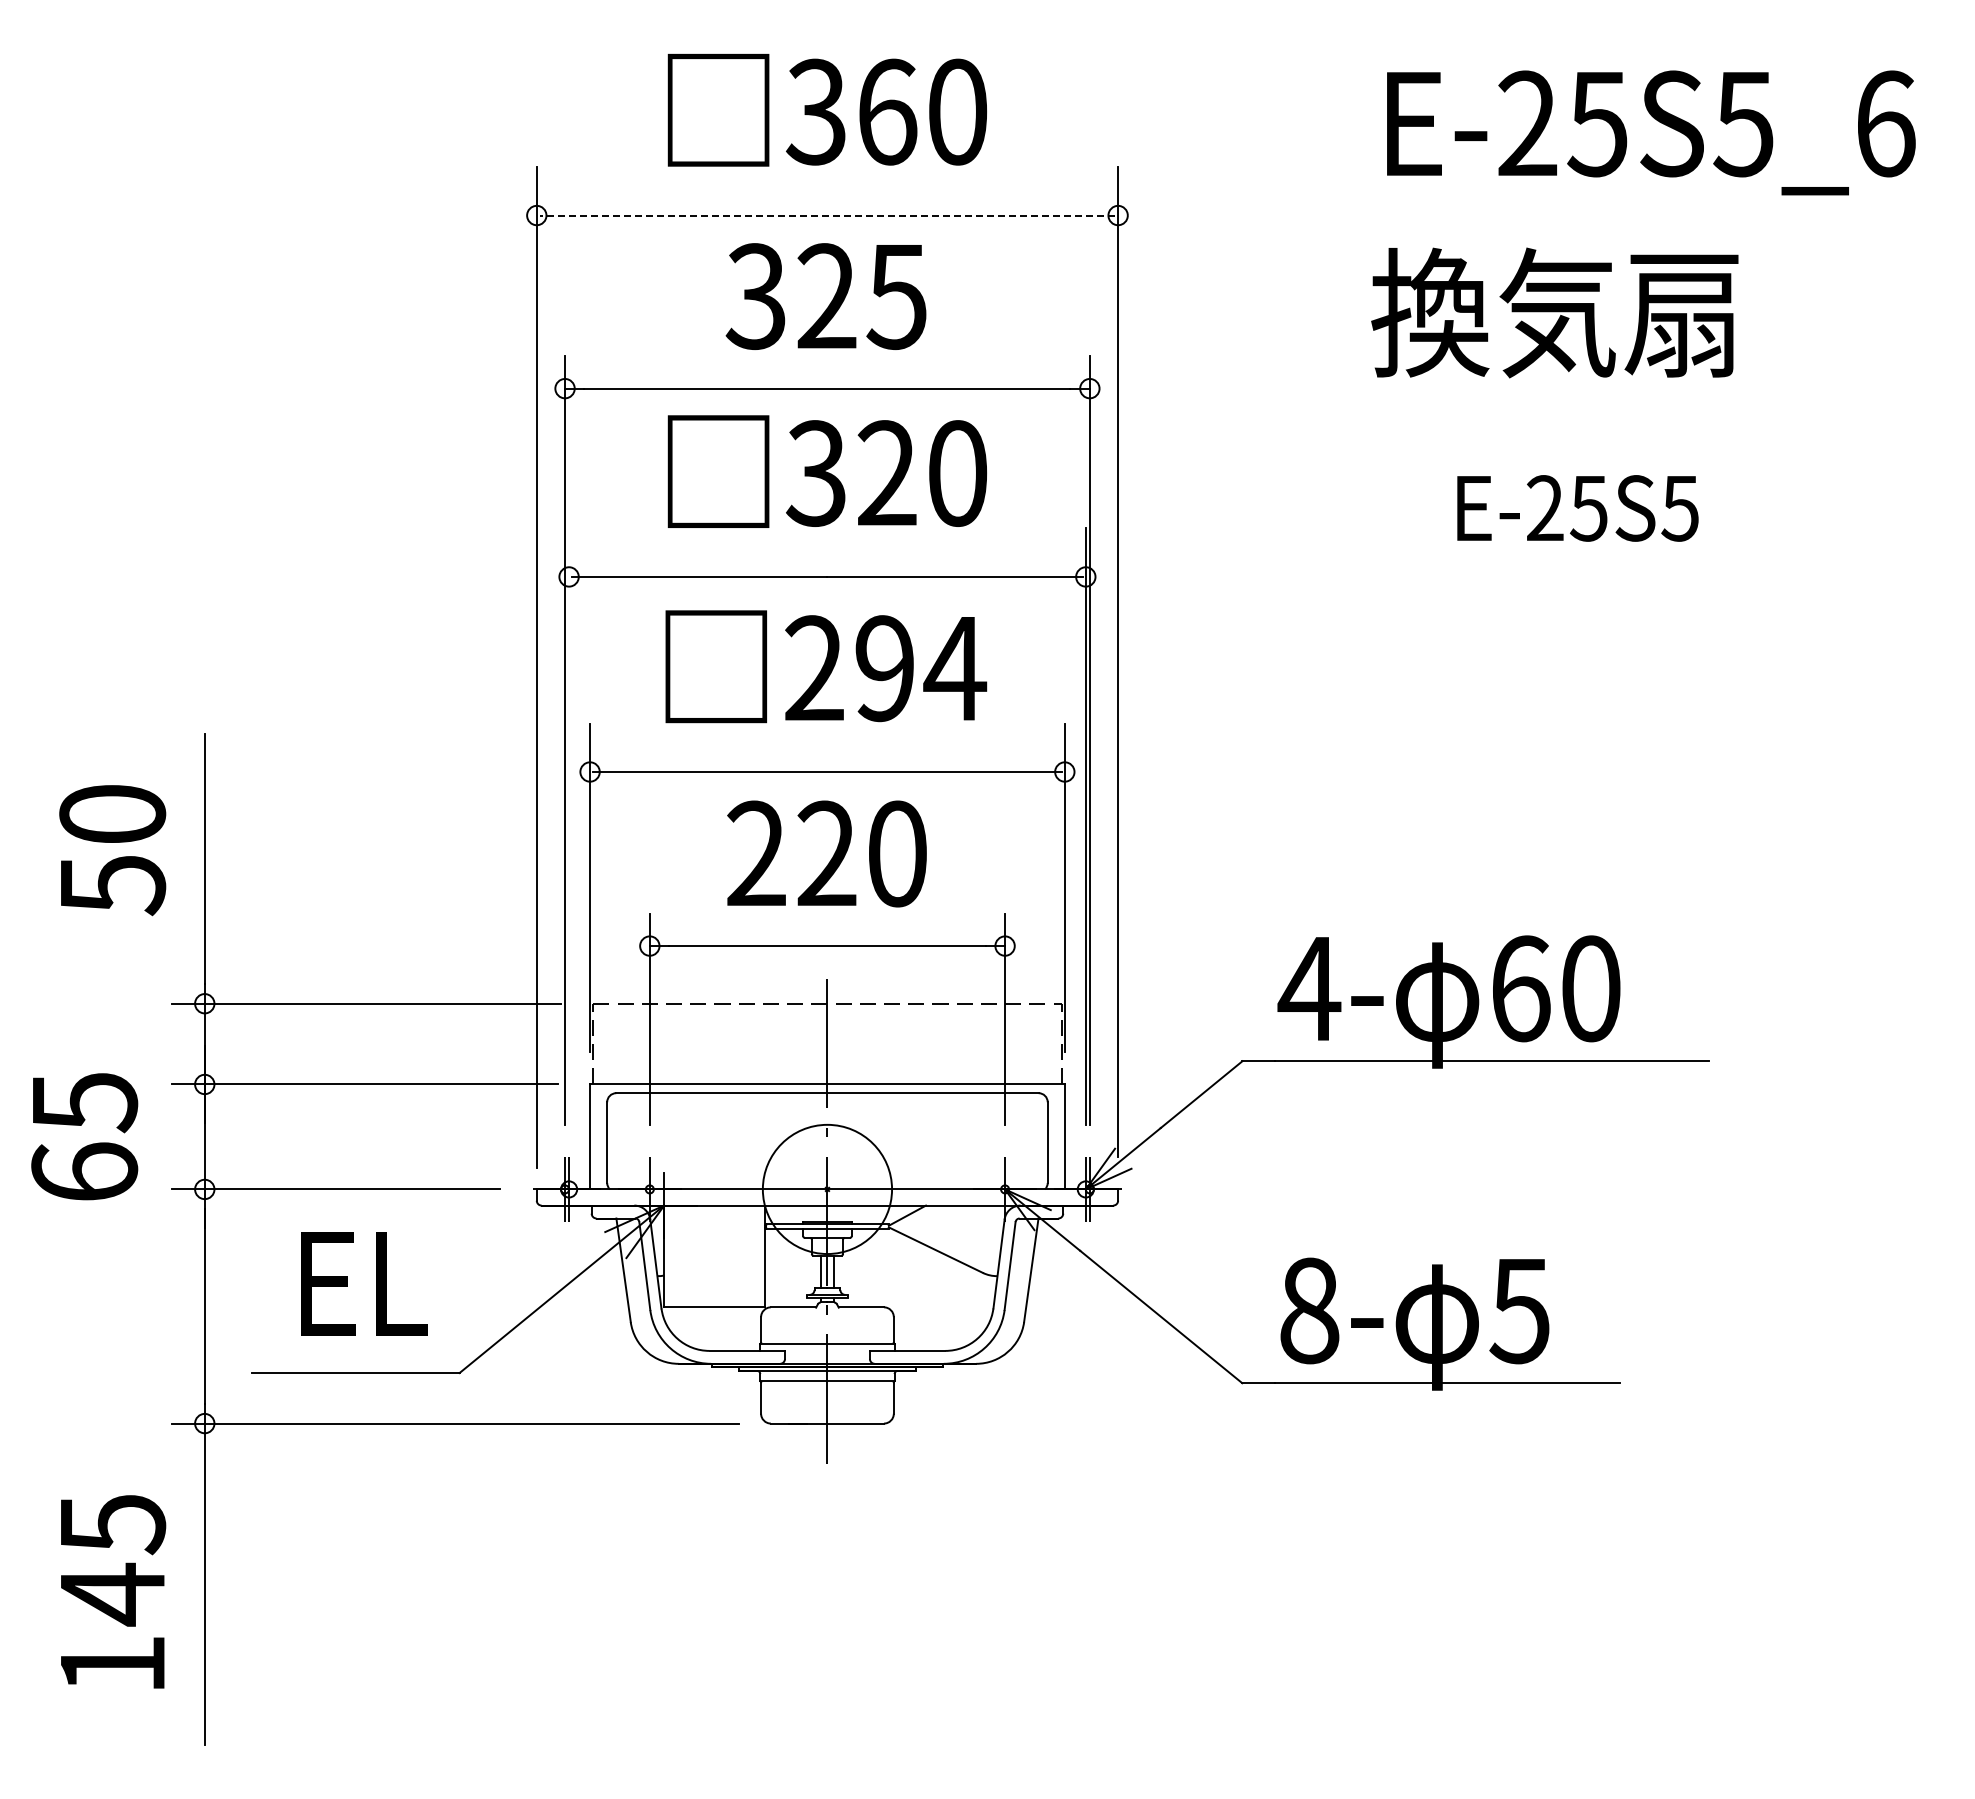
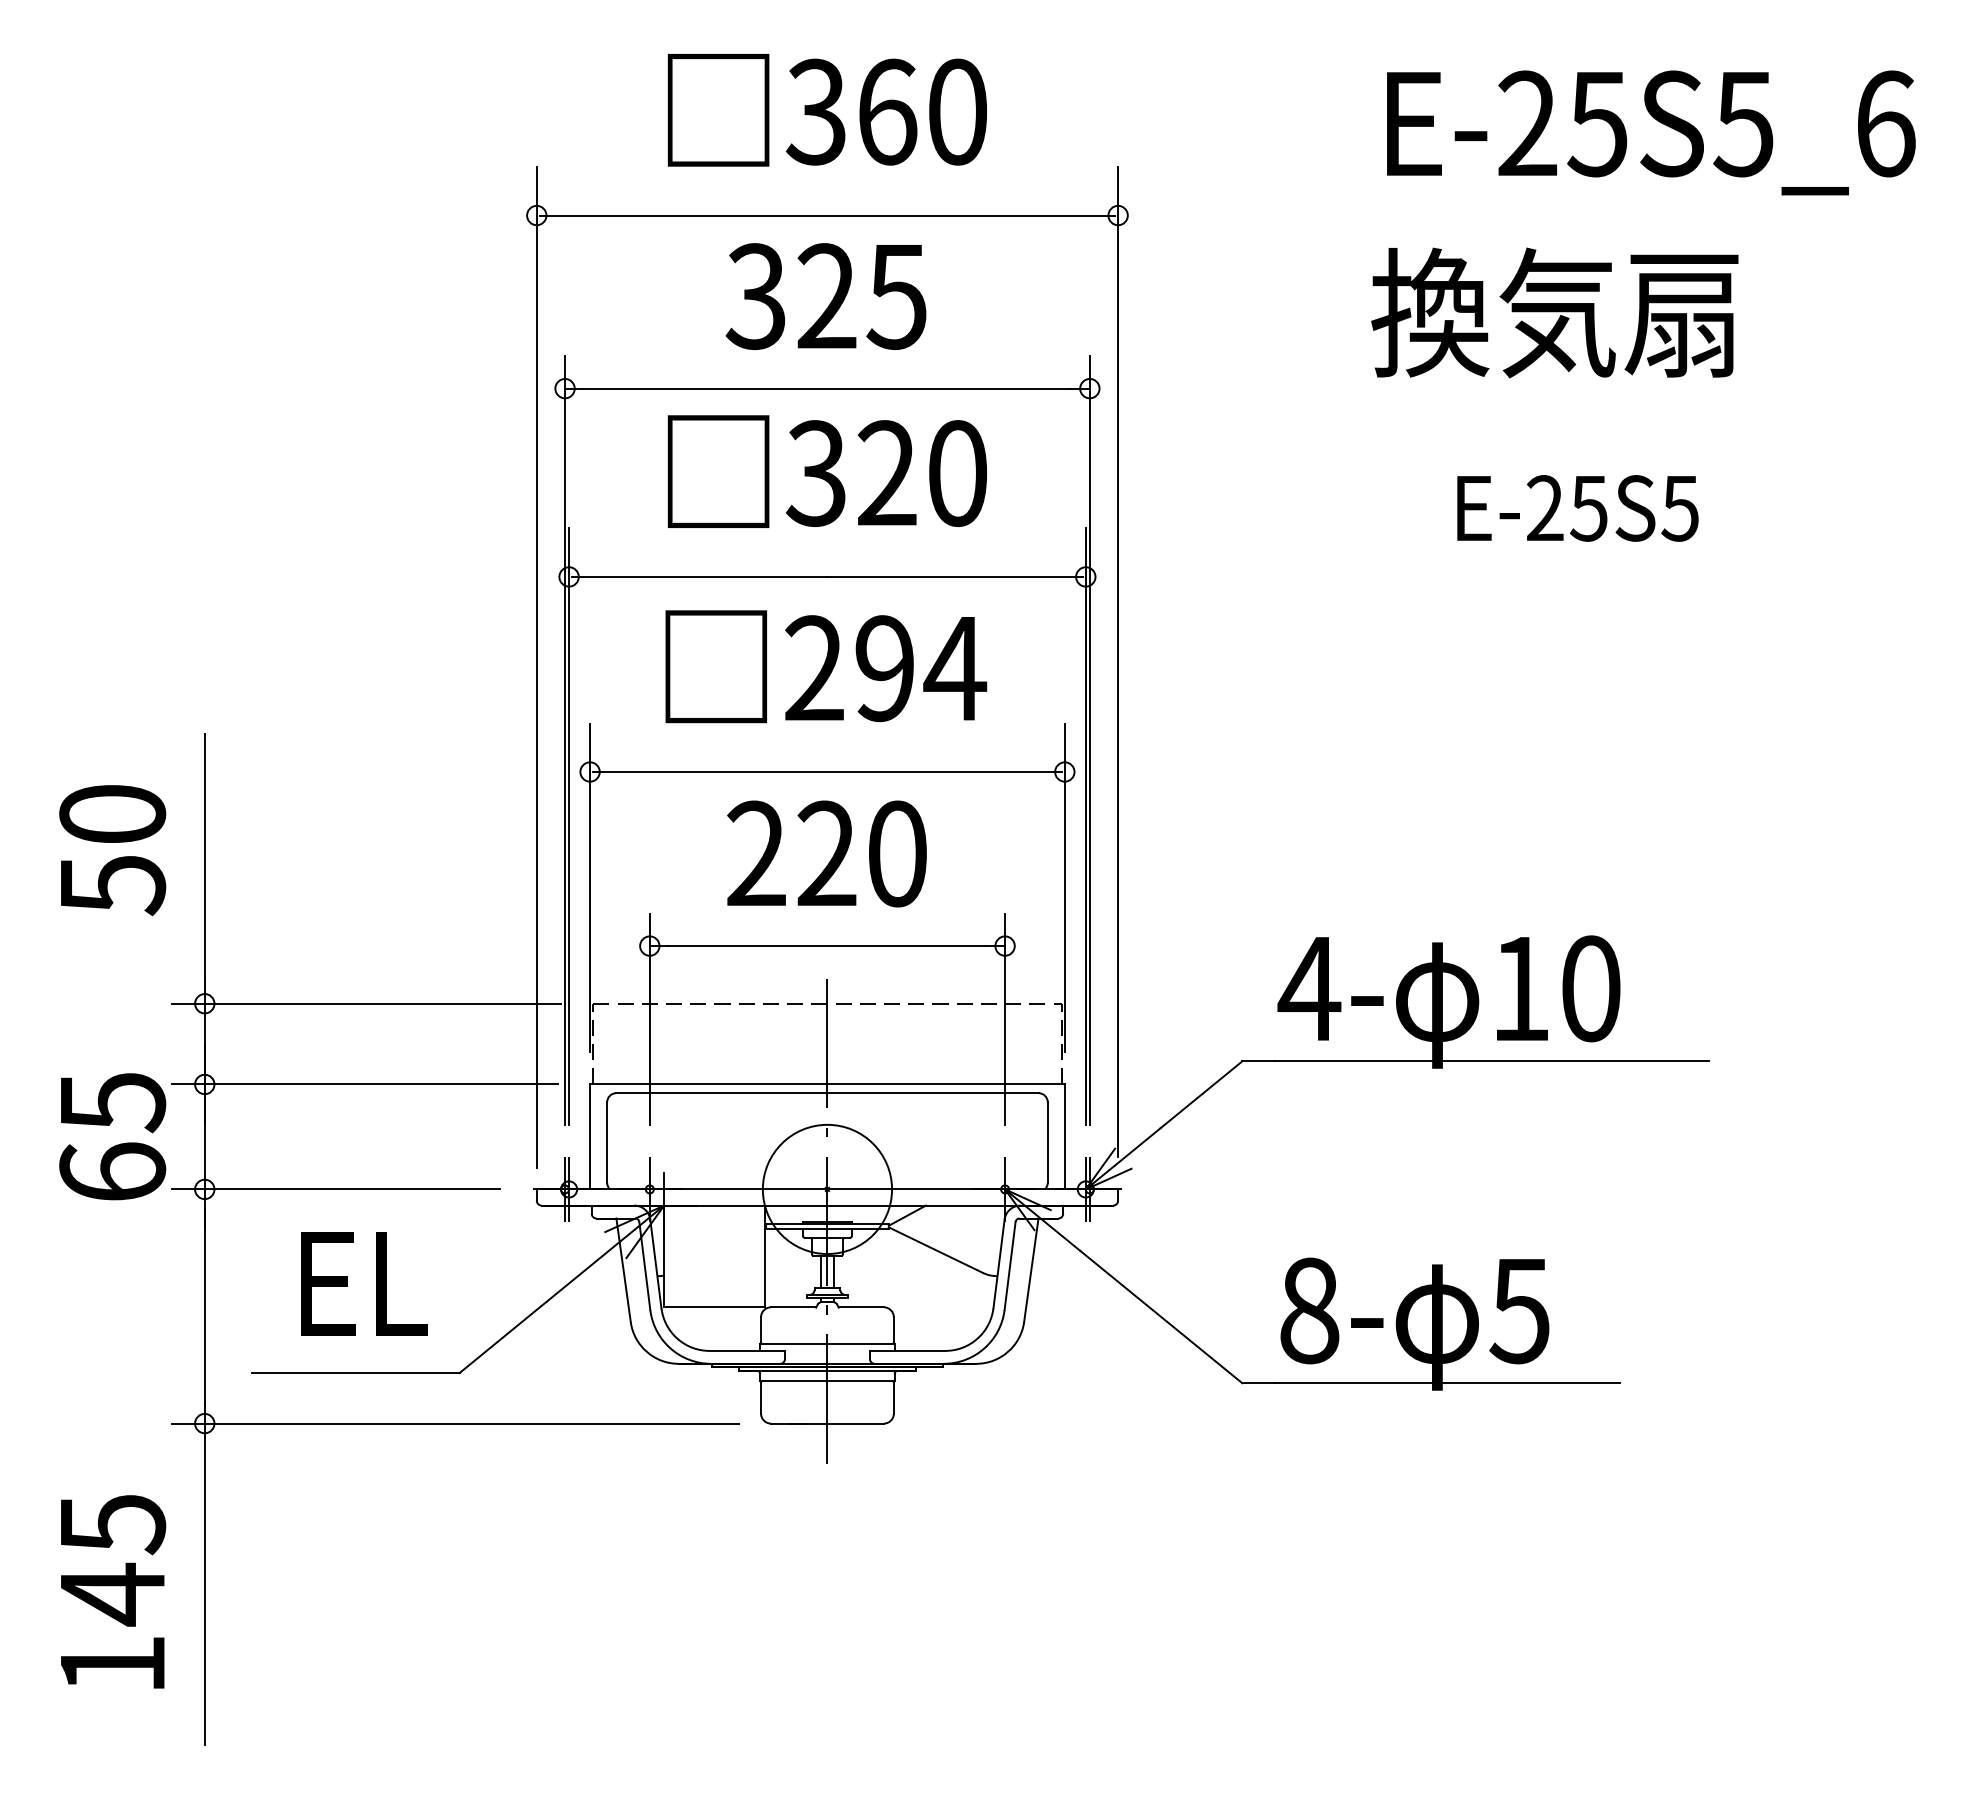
line at (826, 215): dashed -> solid
line at (569, 826): none -> present
text at (1521, 988): 60 -> 10
text at (84, 1136) position: (84, 1136) -> (112, 1136)
